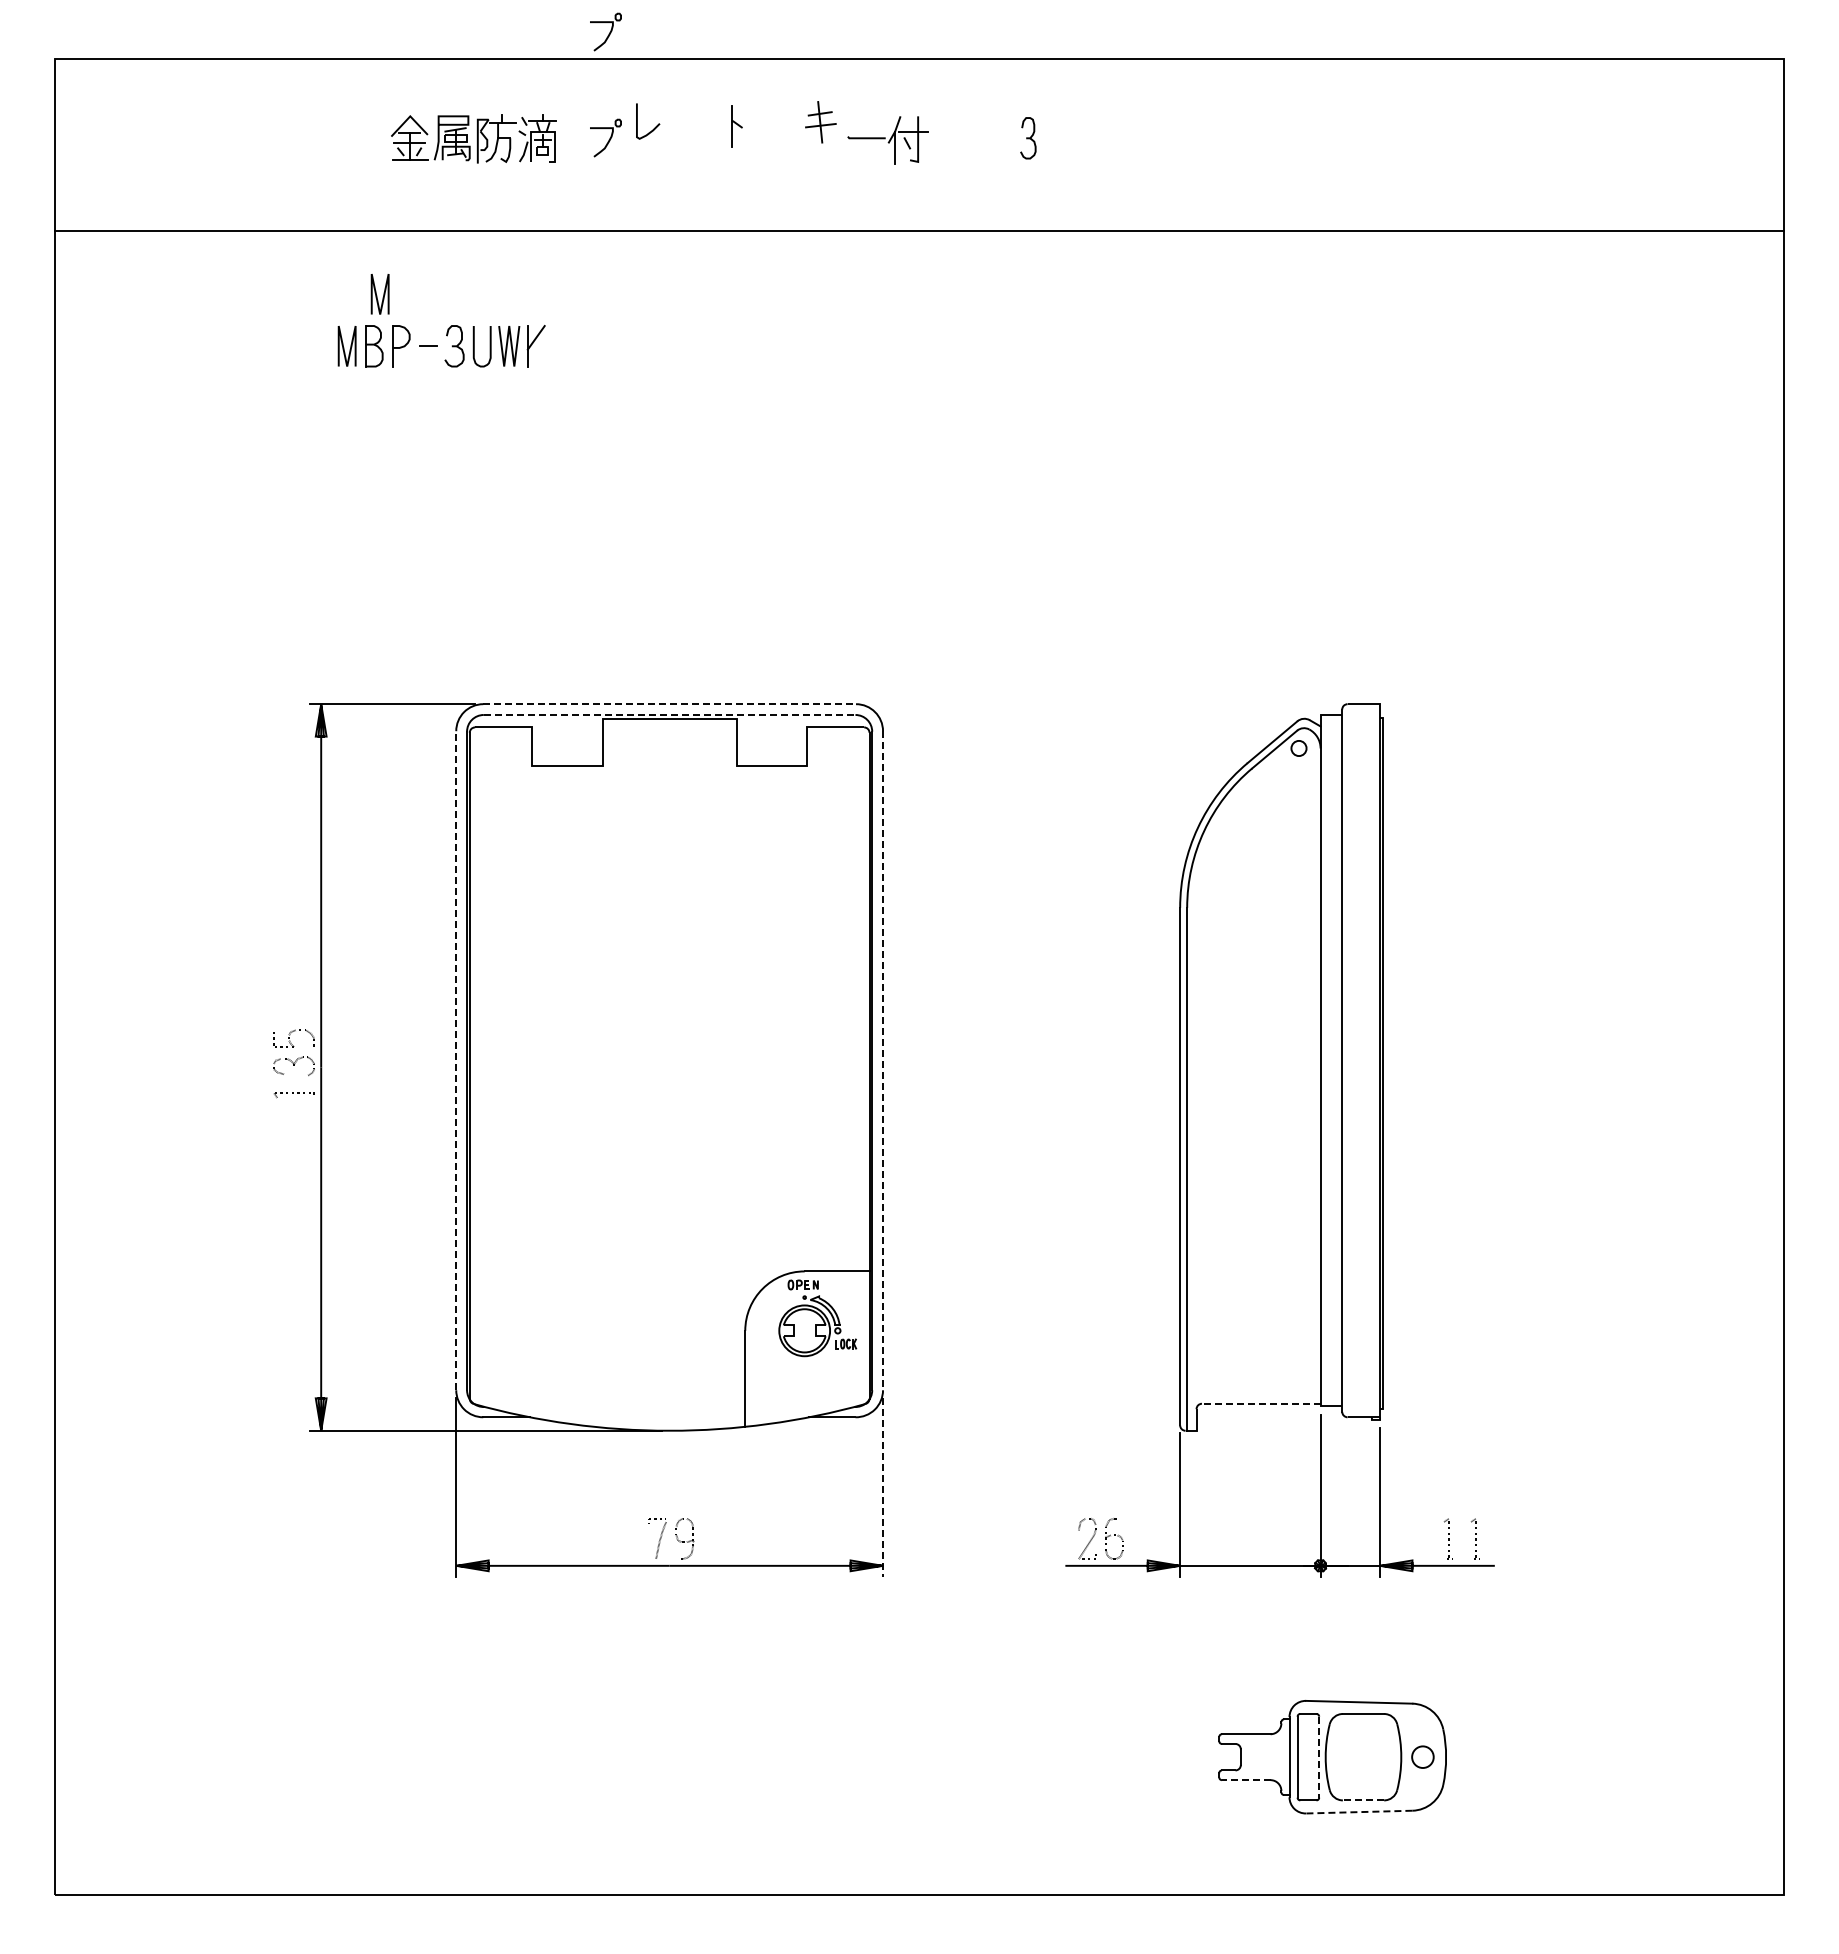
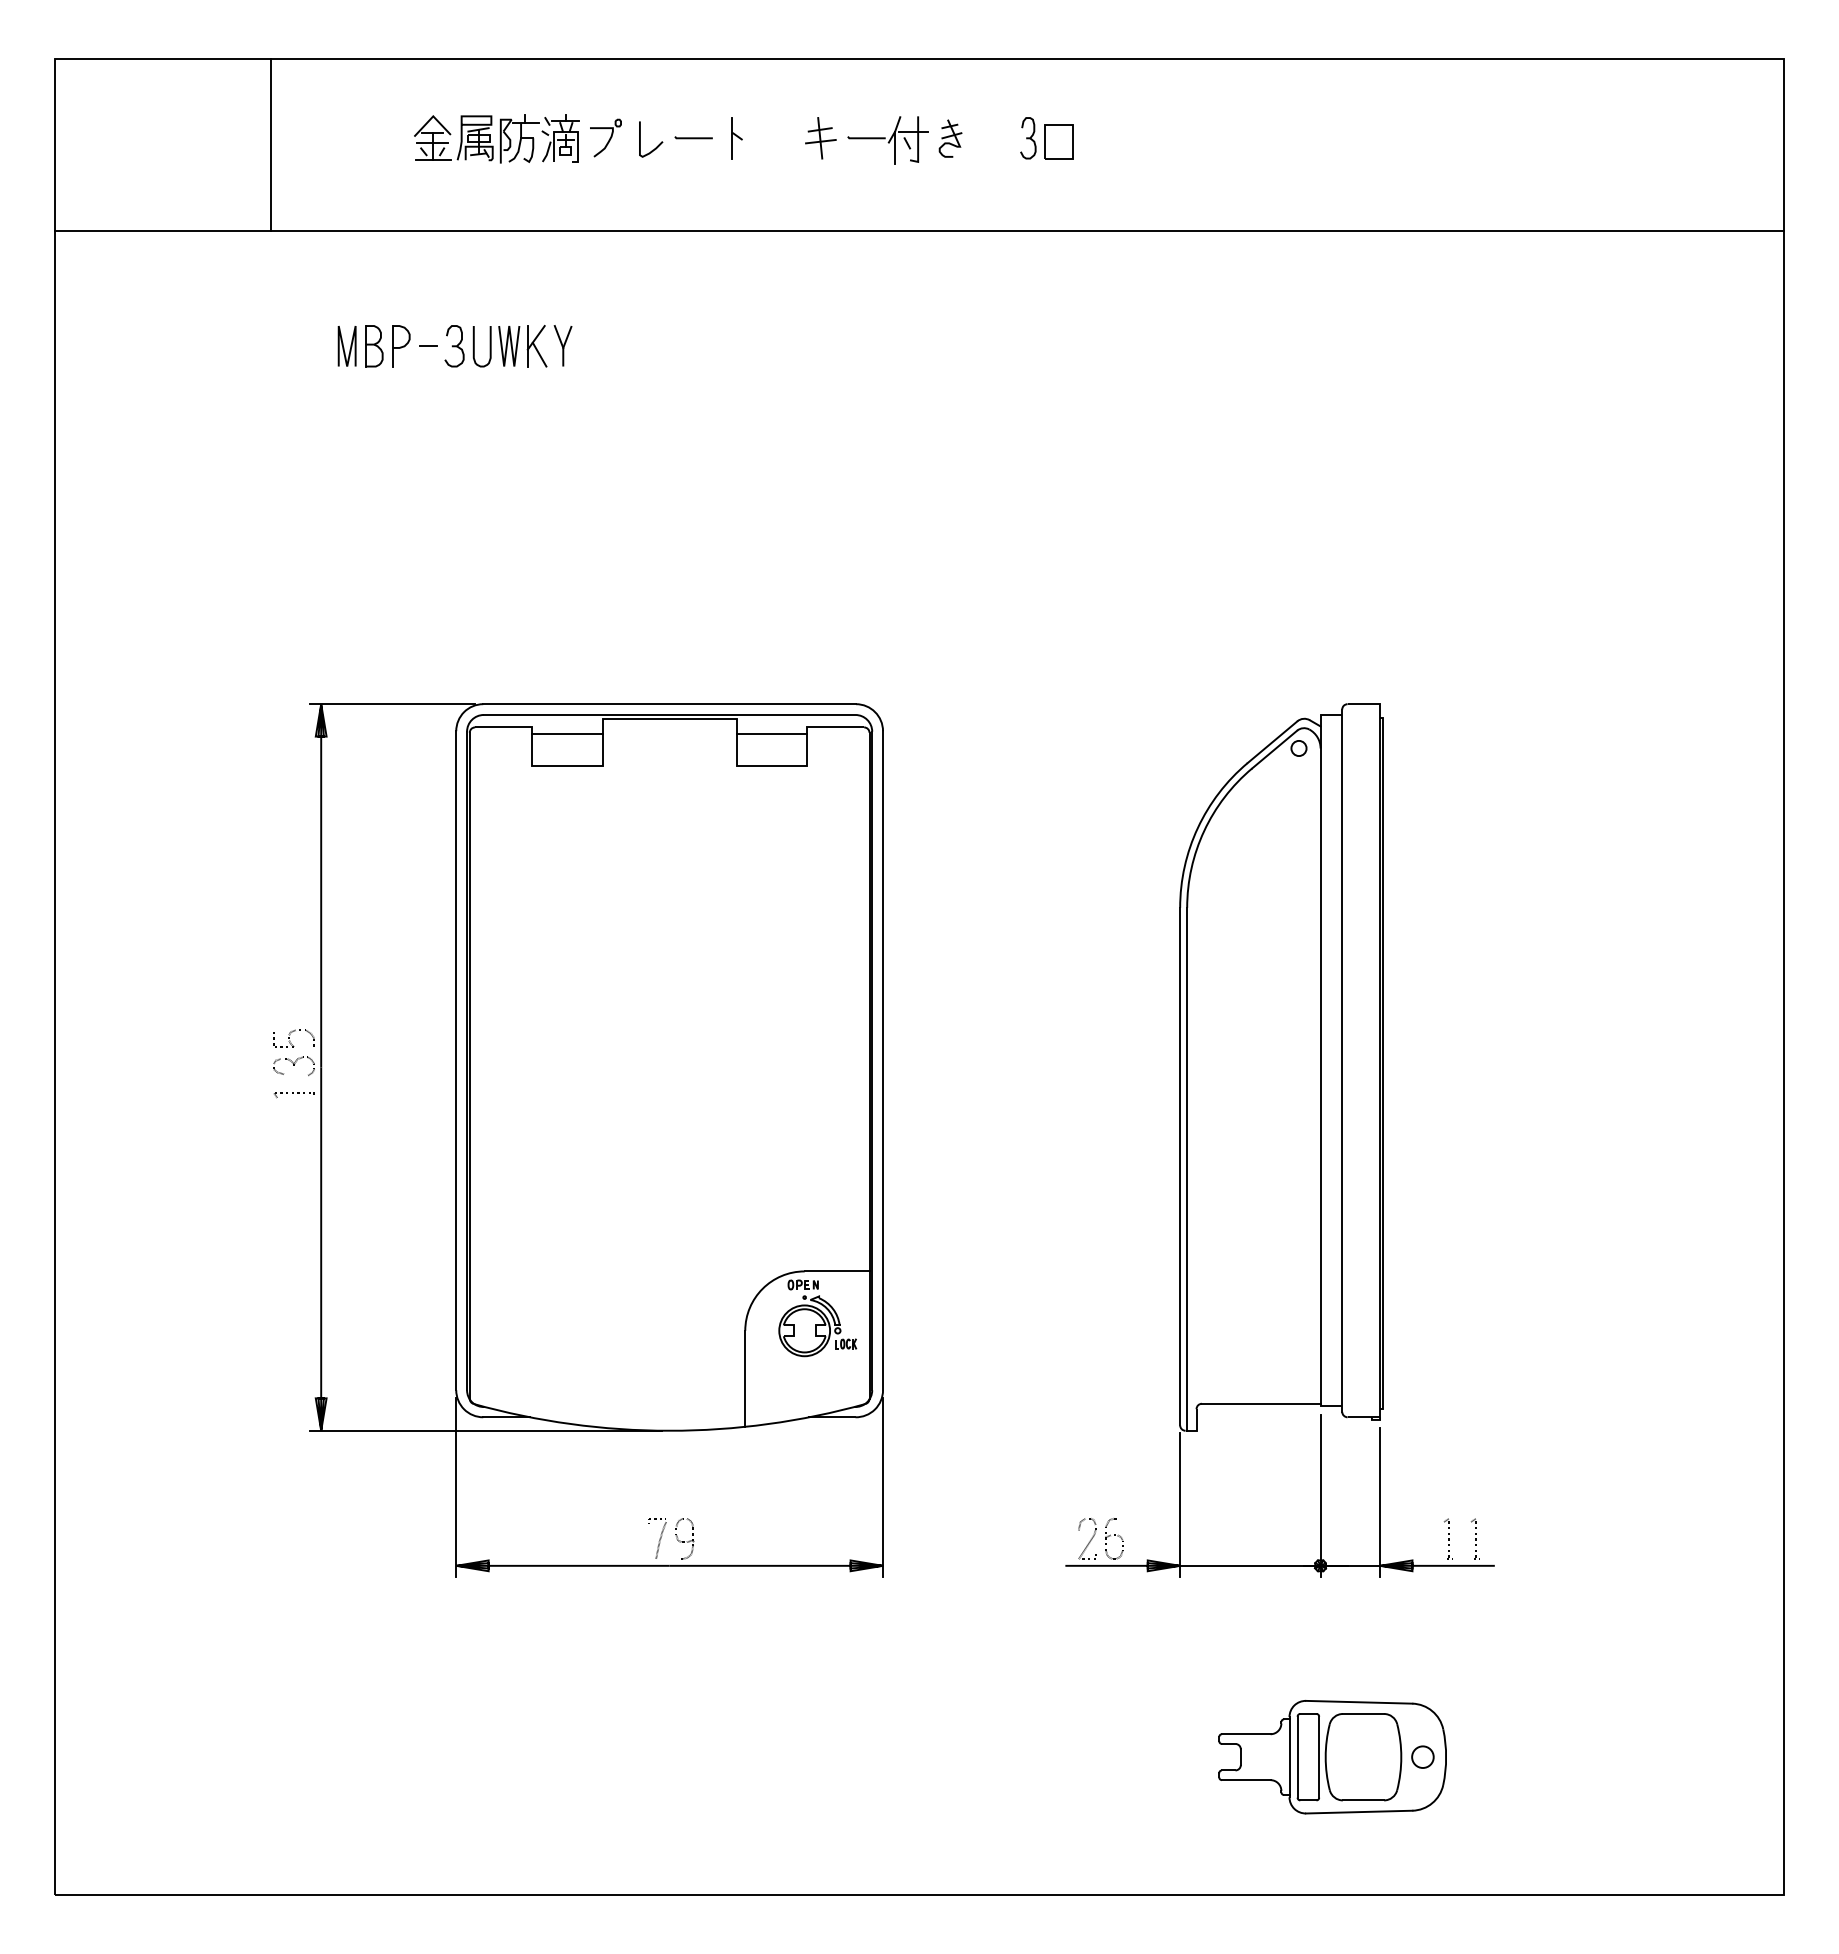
part at (605, 31): present -> none
part at (820, 122) position: (820, 122) -> (820, 138)
part at (736, 126) position: (736, 126) -> (736, 138)
curve at (654, 127) position: (654, 127) -> (657, 145)
line at (693, 137): none -> present
part at (473, 138) position: (473, 138) -> (496, 138)
part at (950, 138): none -> present
part at (1058, 141): none -> present
line at (271, 144): none -> present
line at (377, 295): present -> none
part at (562, 345): none -> present
line at (539, 354): none -> present
line at (670, 704): dashed -> solid
line at (669, 714): dashed -> solid
line at (566, 733): none -> present
line at (771, 733): none -> present
line at (456, 1060): dashed -> solid
line at (883, 1060): dashed -> solid
line at (1260, 1403): dashed -> solid
line at (883, 1488): dashed -> solid
line at (1319, 1757): dashed -> solid
line at (1245, 1780): dashed -> solid
line at (1363, 1800): dashed -> solid
line at (1358, 1812): dashed -> solid
